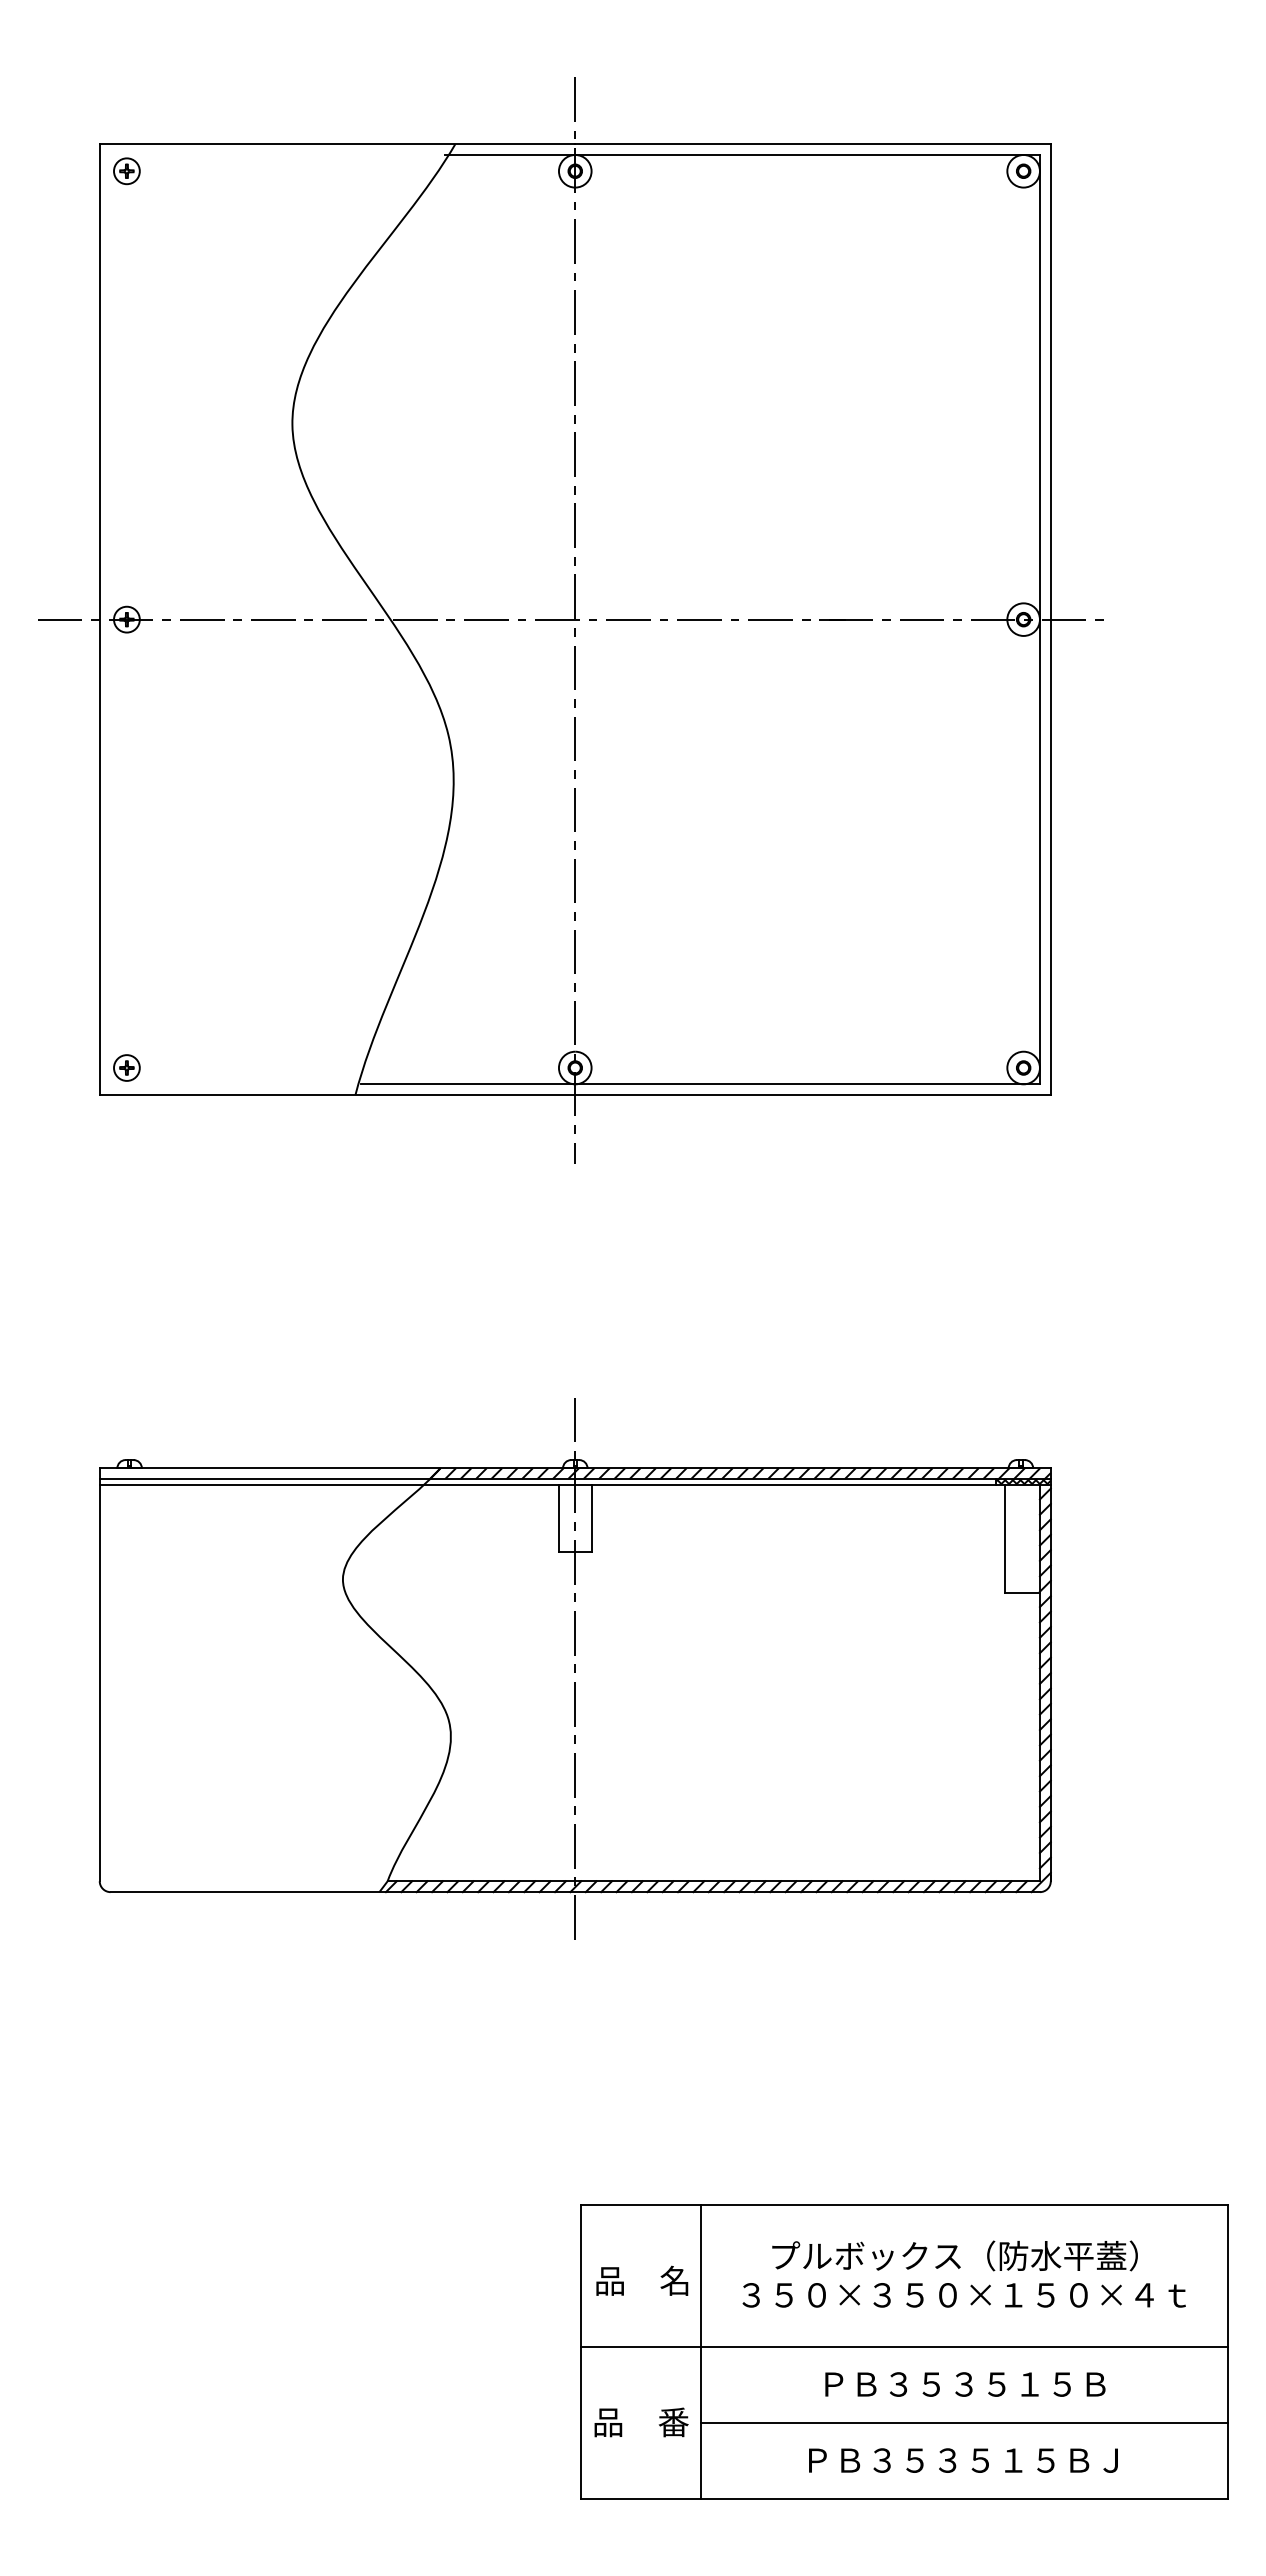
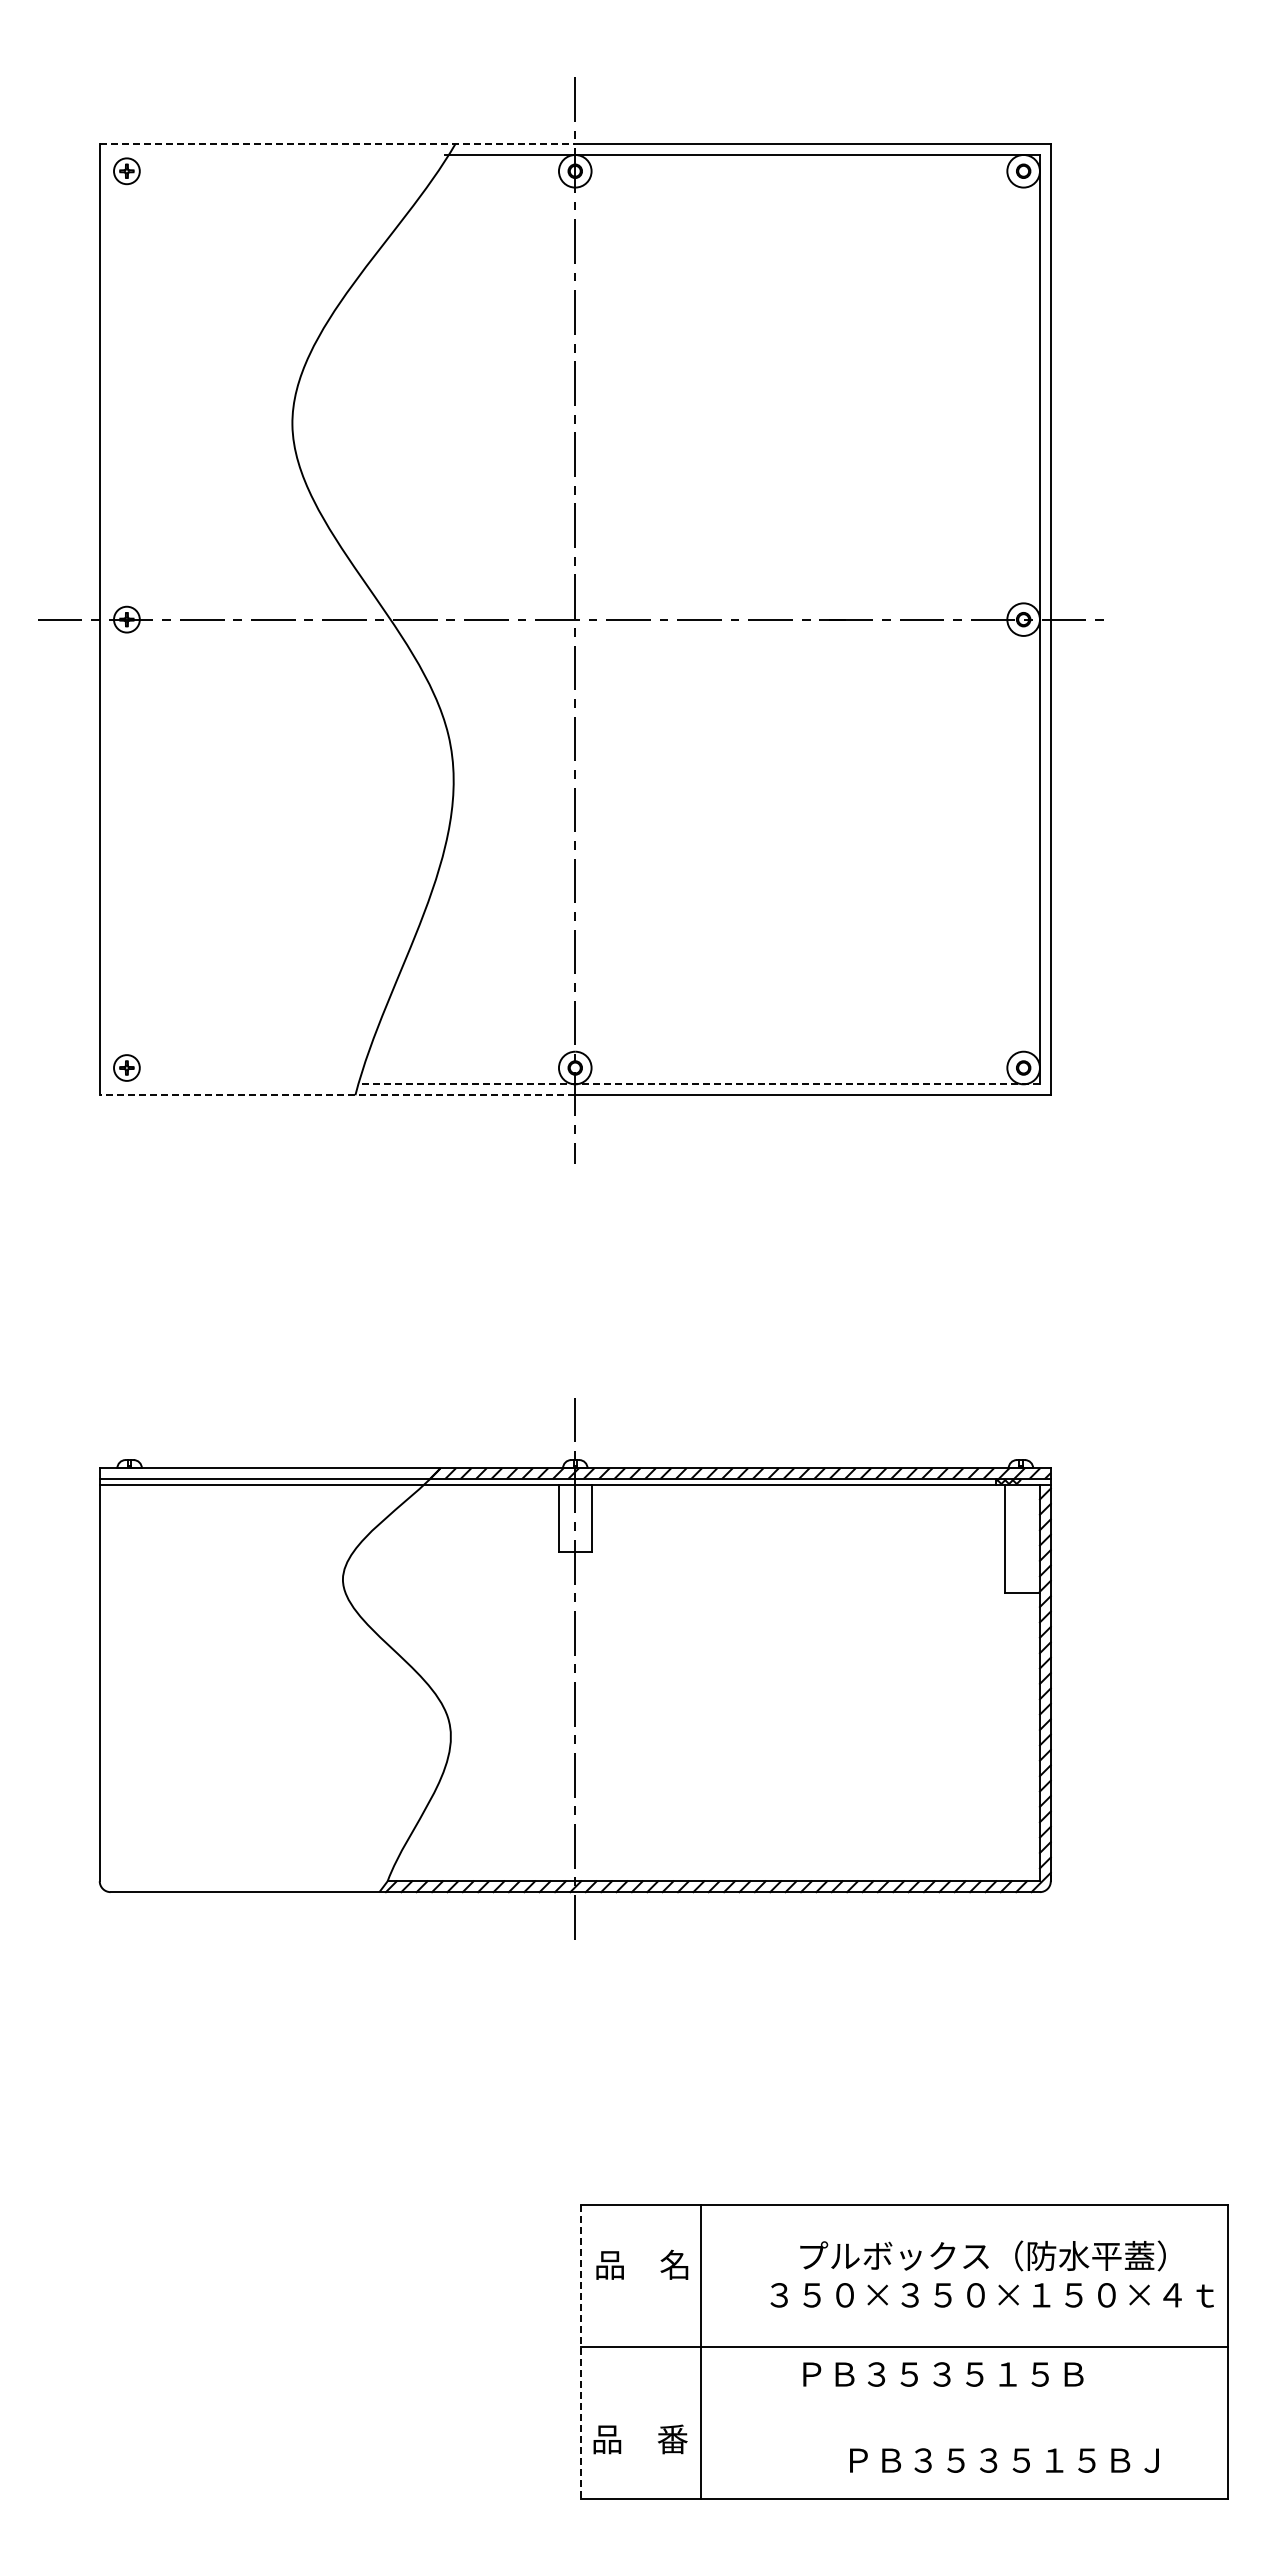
line at (337, 144): solid -> dashed
line at (699, 1084): solid -> dashed
line at (337, 1095): solid -> dashed
hatch at (1035, 1481): present -> none
text at (963, 2273) position: (963, 2273) -> (991, 2273)
text at (642, 2280) position: (642, 2280) -> (642, 2264)
line at (581, 2351): solid -> dashed
text at (965, 2384) position: (965, 2384) -> (943, 2374)
text at (641, 2422) position: (641, 2422) -> (640, 2439)
line at (963, 2422): present -> none
text at (963, 2460) position: (963, 2460) -> (1004, 2460)
